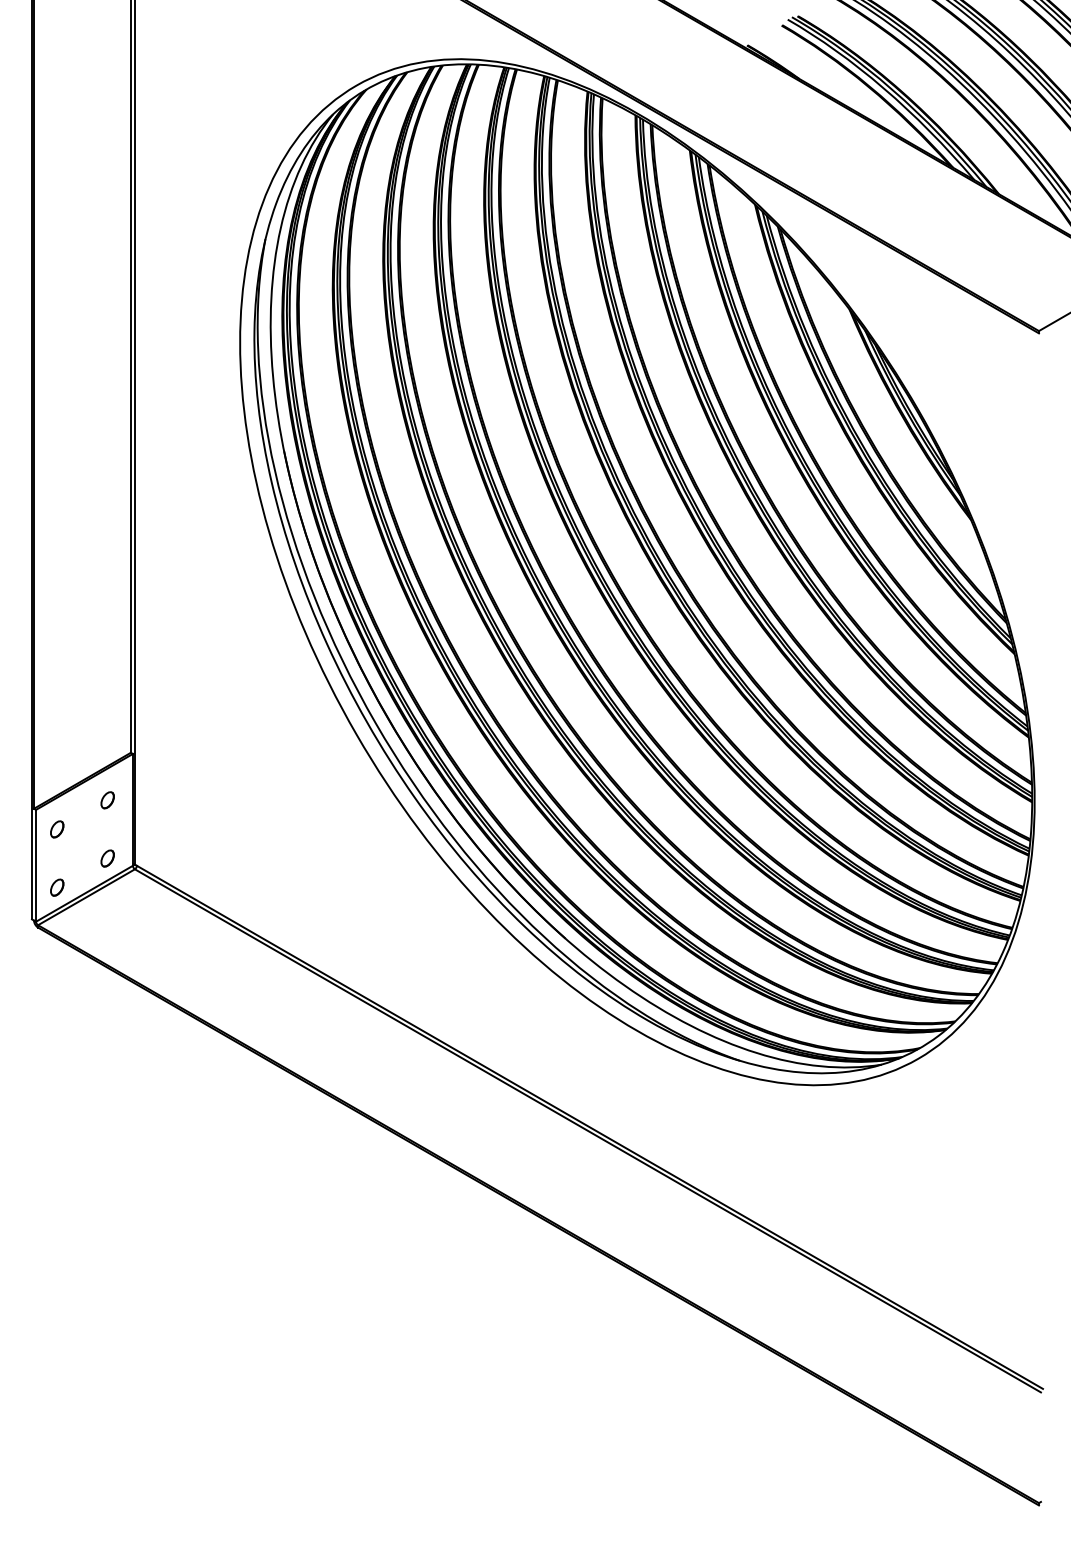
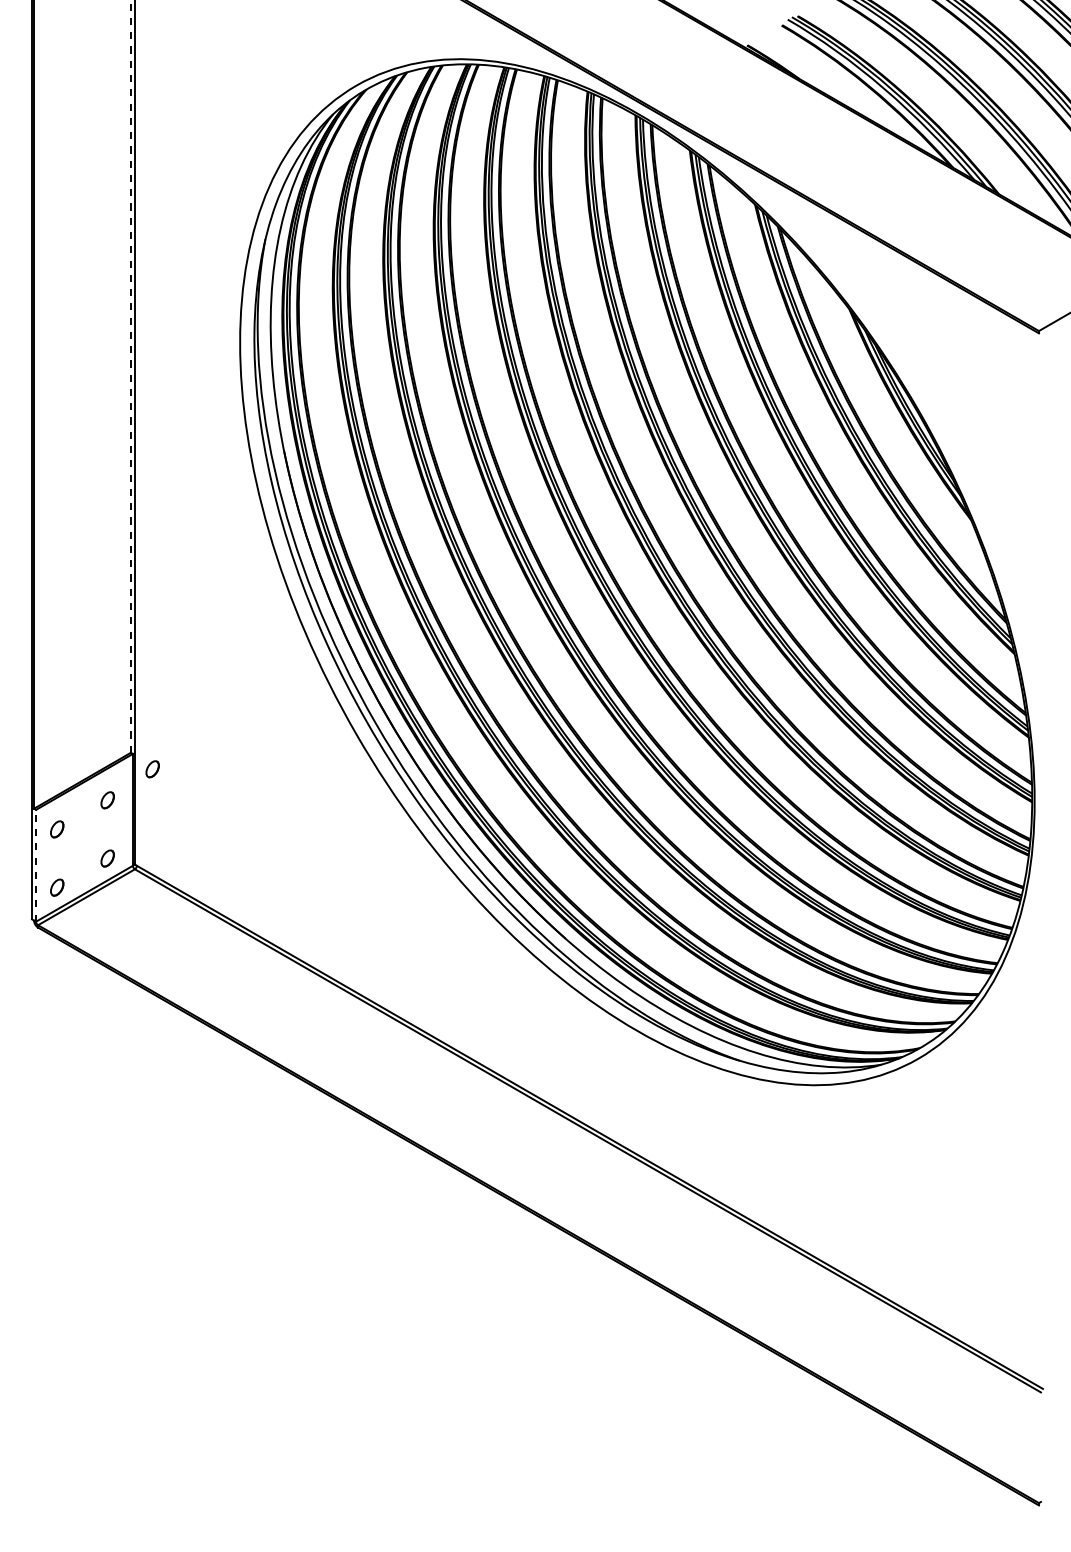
line at (130, 376): solid -> dashed
part at (152, 769): none -> present
line at (36, 865): solid -> dashed
